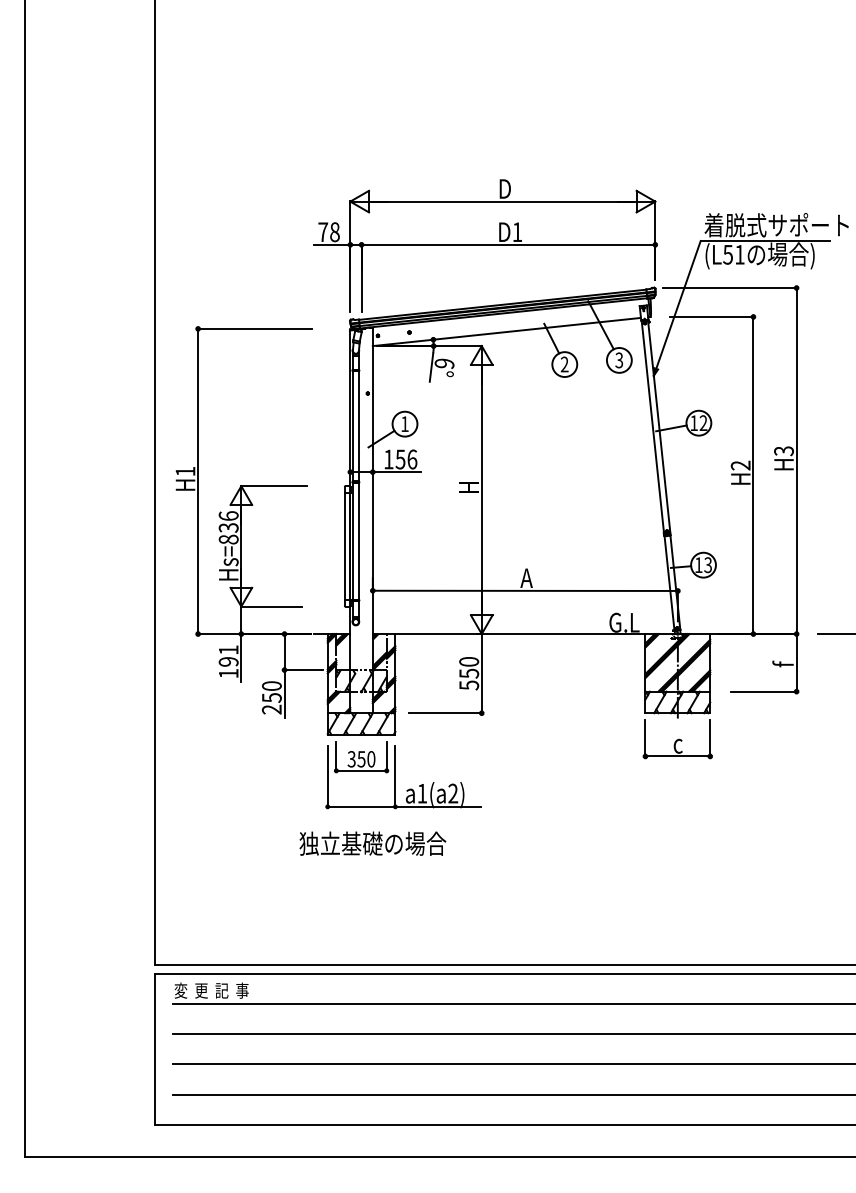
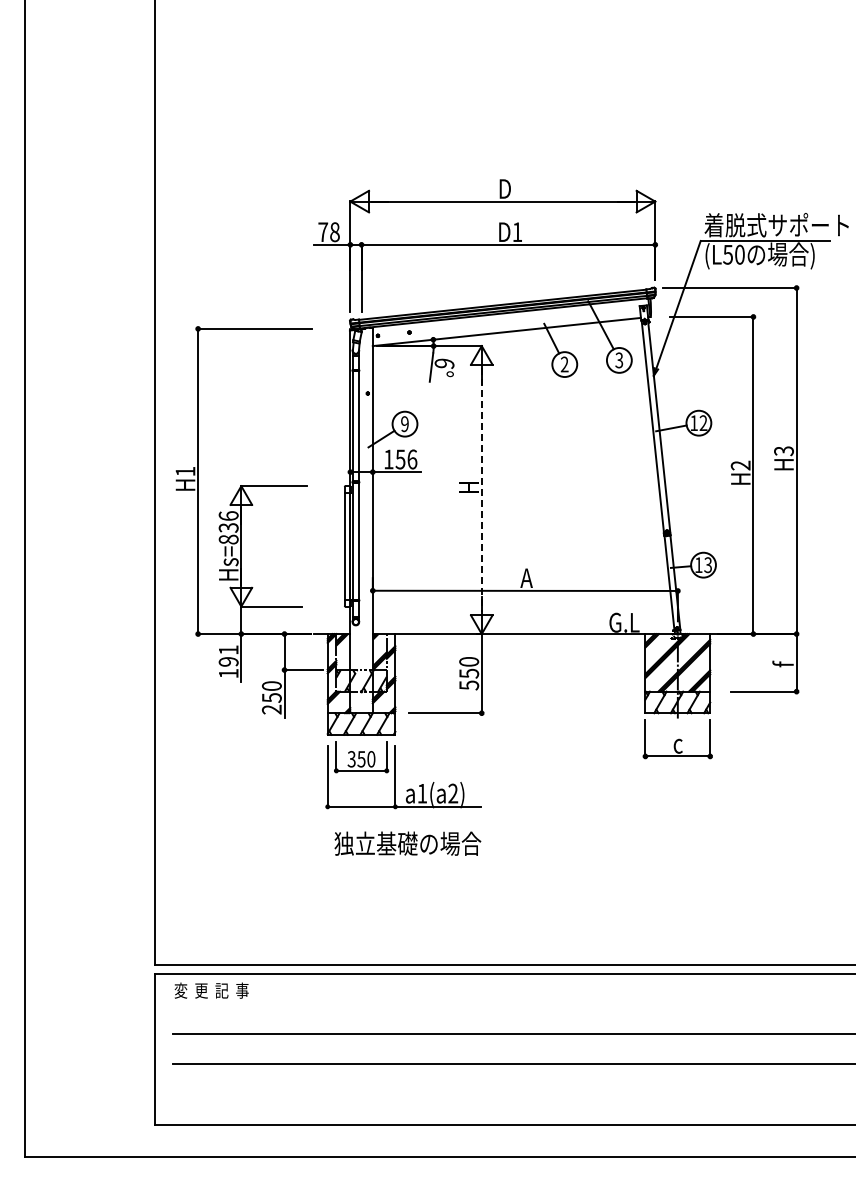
text at (739, 254): (L51 -> (L50
text at (404, 424): 1 -> 9
line at (481, 490): solid -> dashed
line at (834, 634): present -> none
text at (372, 843) position: (372, 843) -> (407, 843)
line at (512, 1003): present -> none
line at (512, 1094): present -> none
